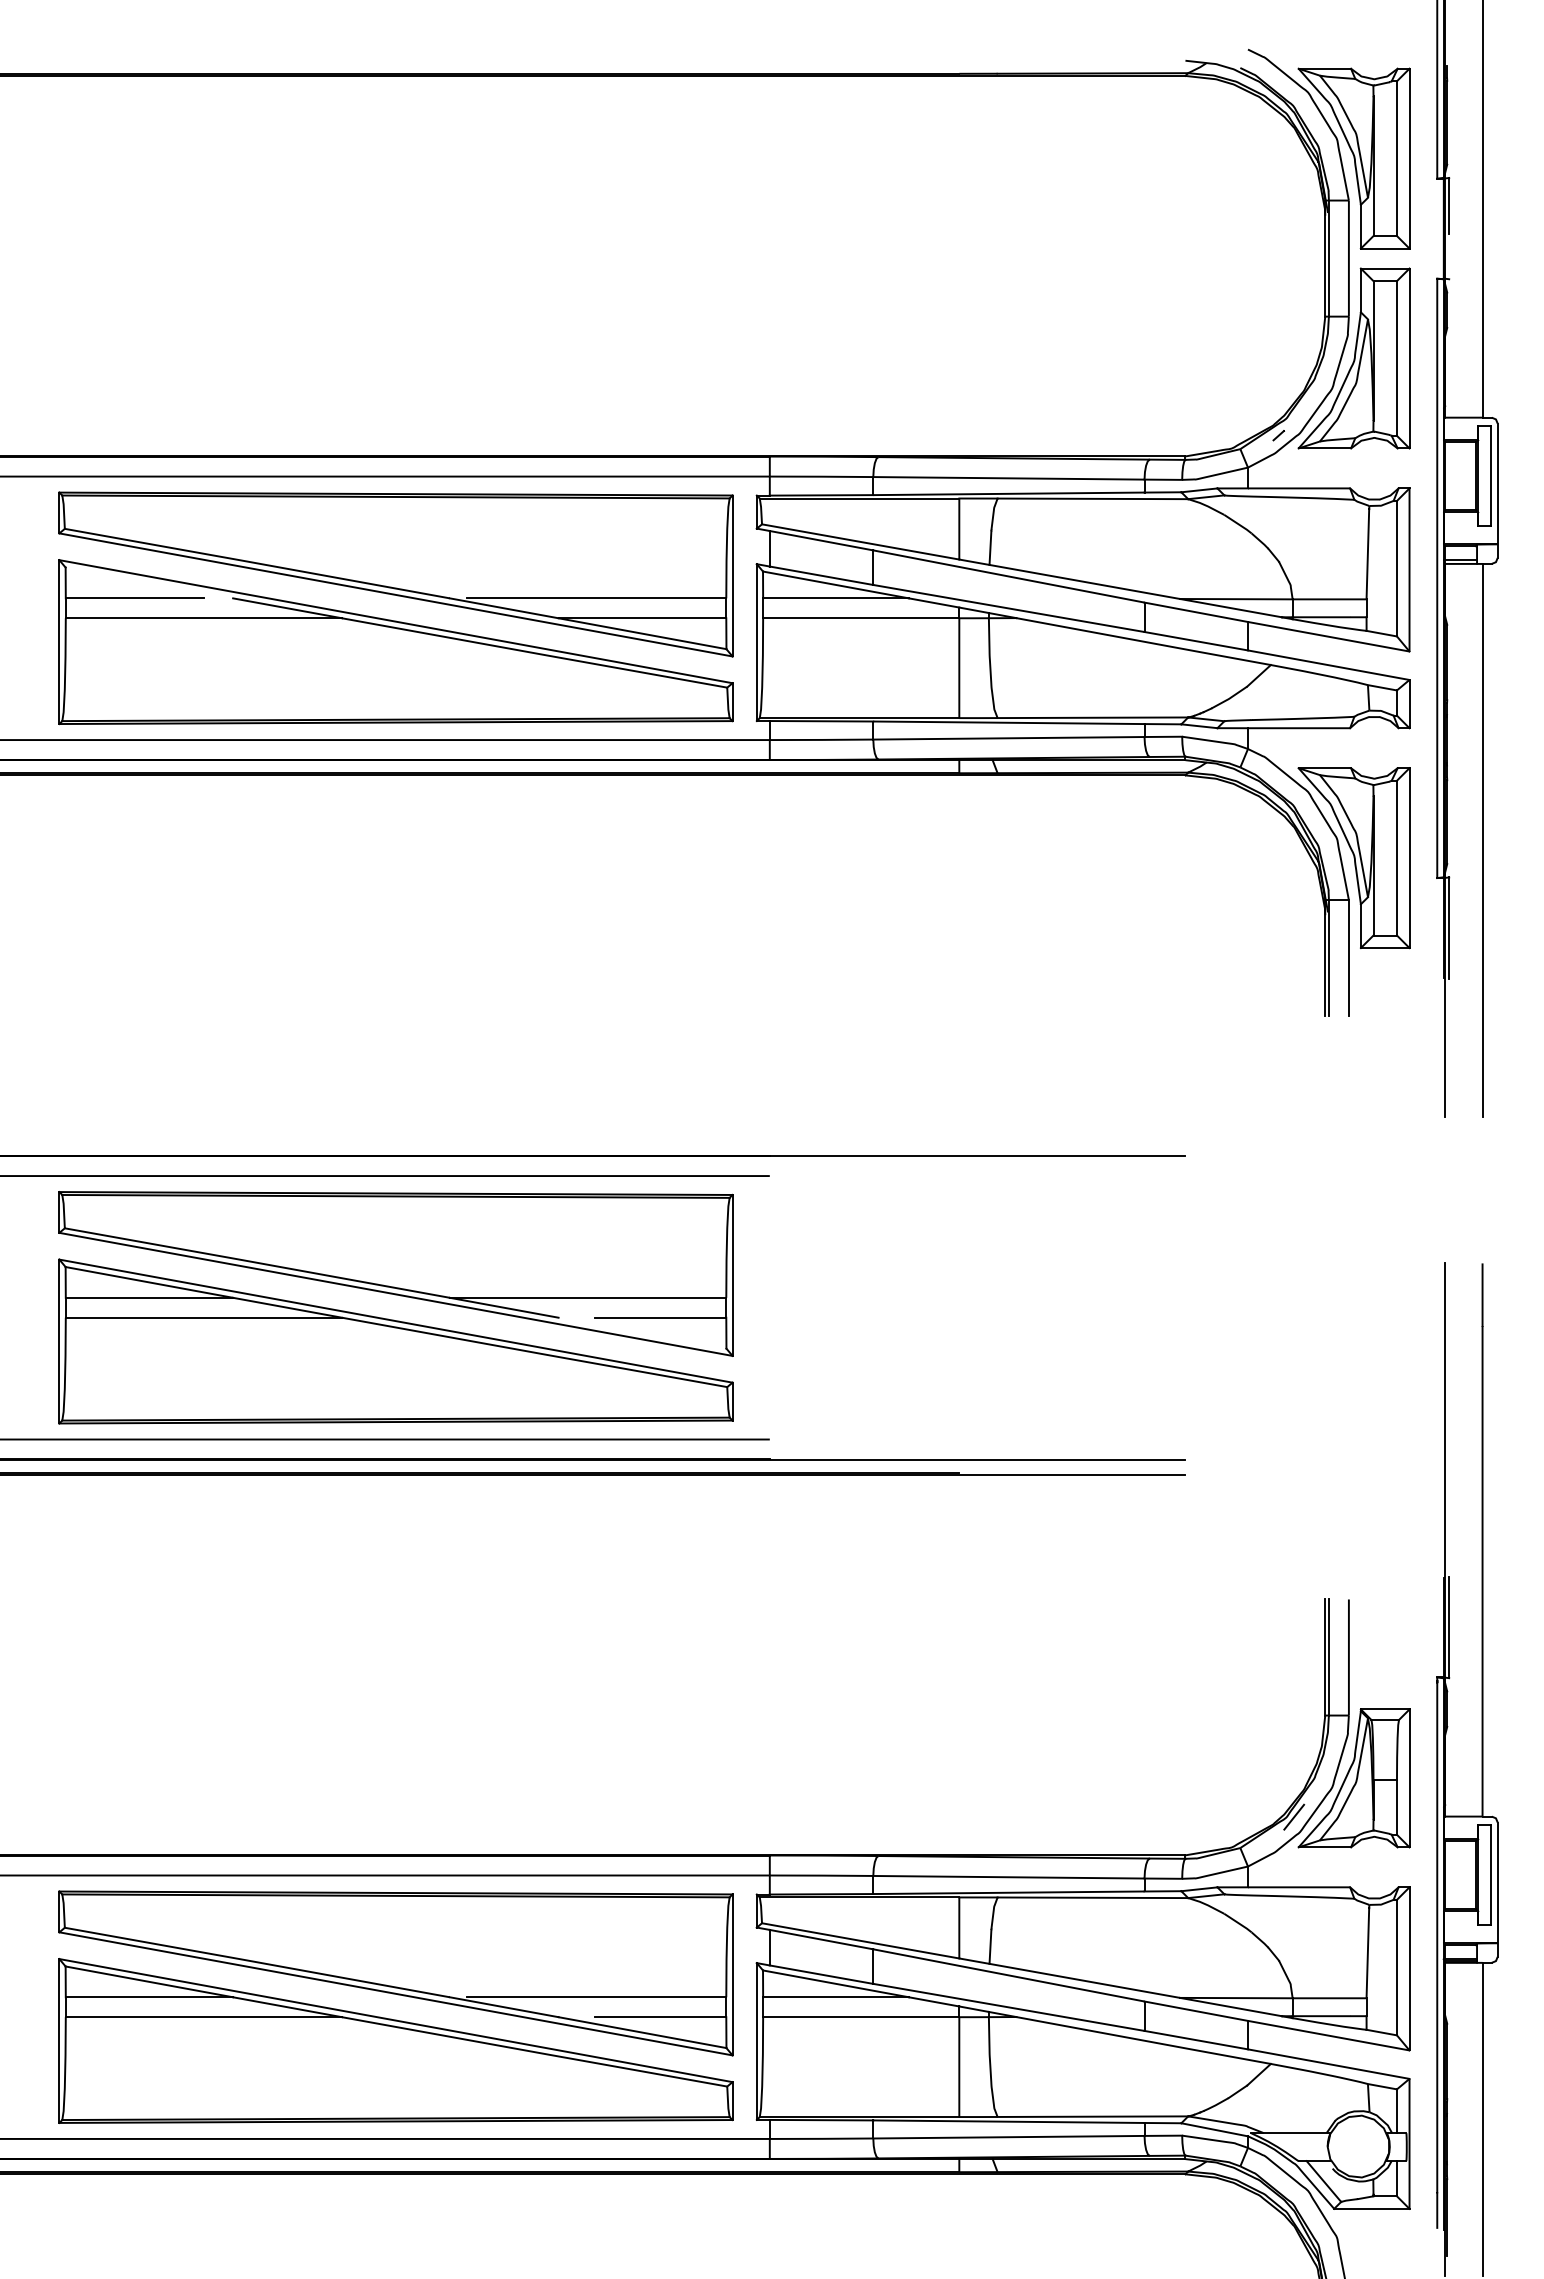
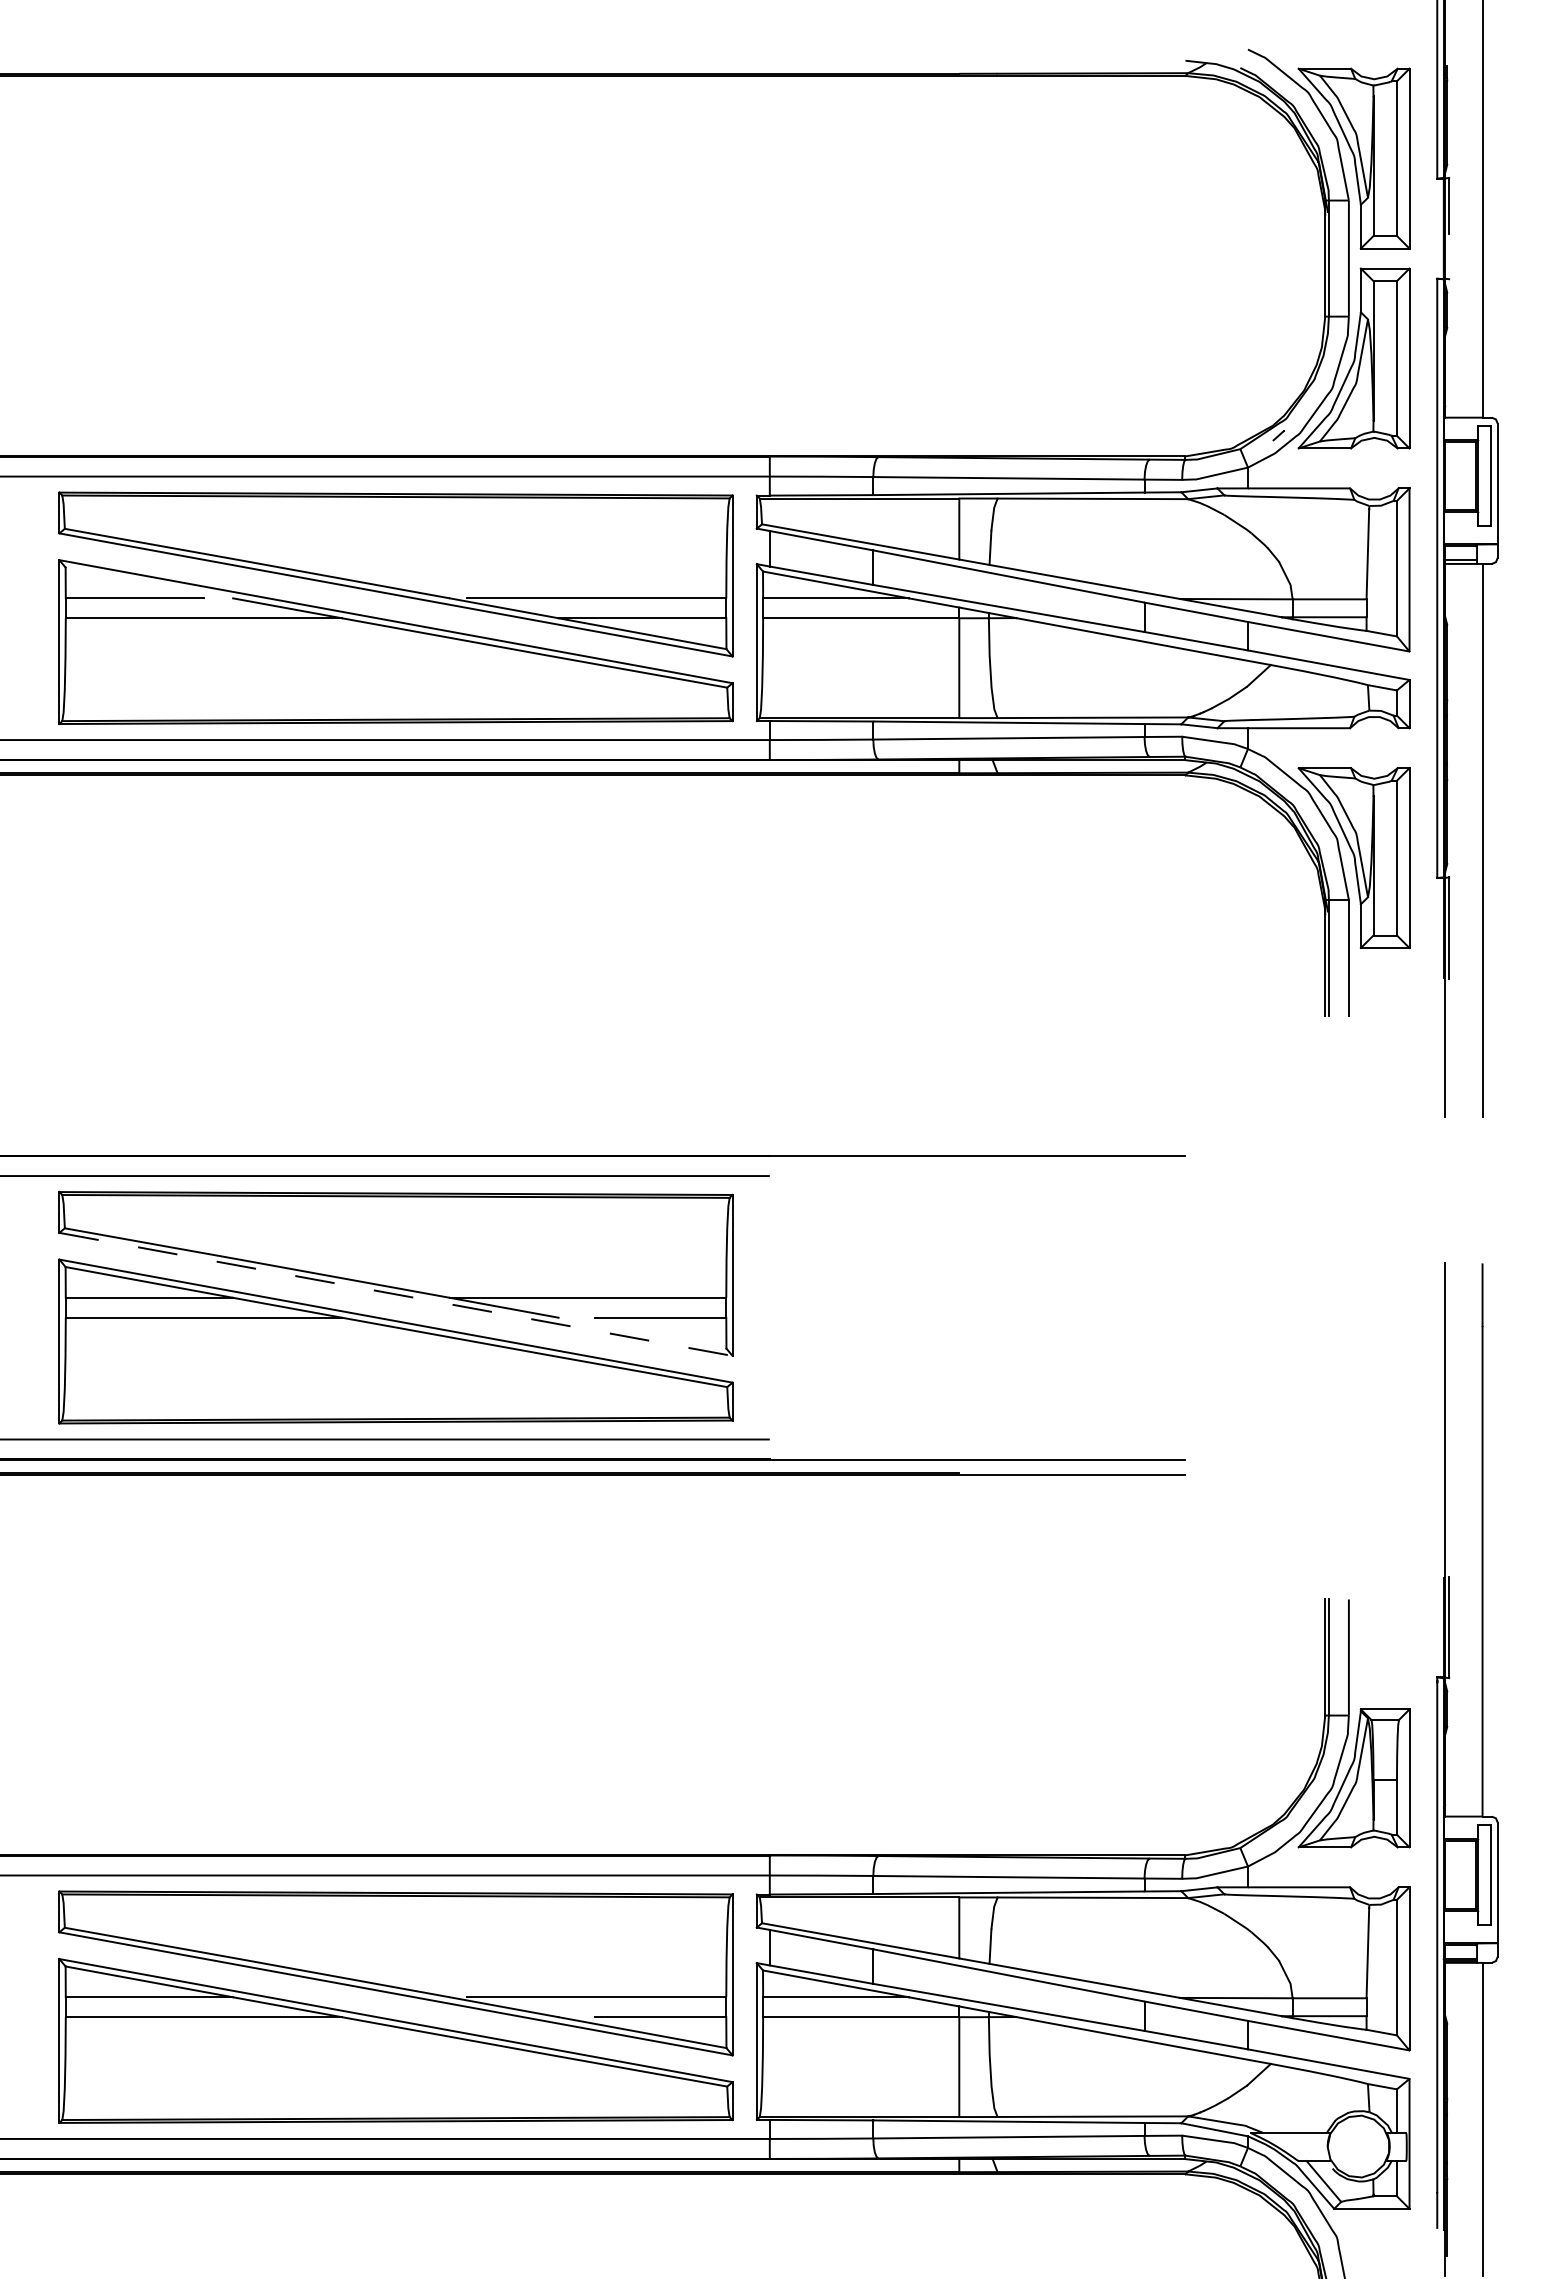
line at (396, 1294): solid -> dashed
line at (1294, 1816): present -> none
